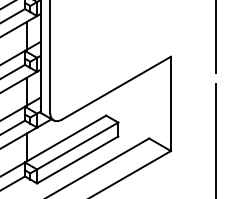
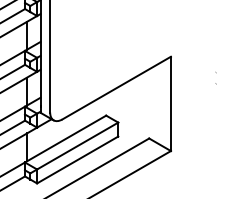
line at (215, 37): present -> none
line at (215, 139): present -> none
